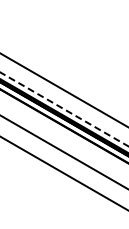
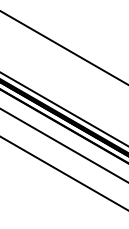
line at (63, 89) position: (63, 89) -> (63, 47)
line at (64, 109): dashed -> solid
line at (63, 151) position: (63, 151) -> (63, 145)
